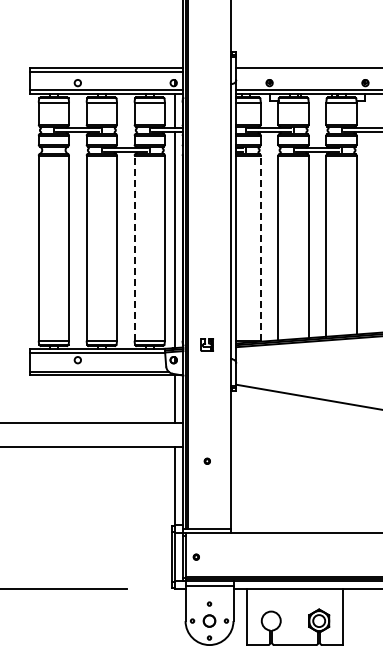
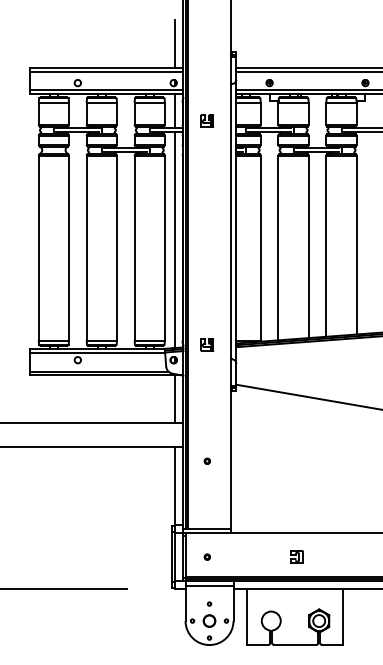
line at (175, 43): none -> present
line at (307, 71): none -> present
part at (207, 120): none -> present
line at (134, 248): dashed -> solid
line at (260, 248): dashed -> solid
part at (195, 556) position: (195, 556) -> (206, 556)
part at (296, 556): none -> present
